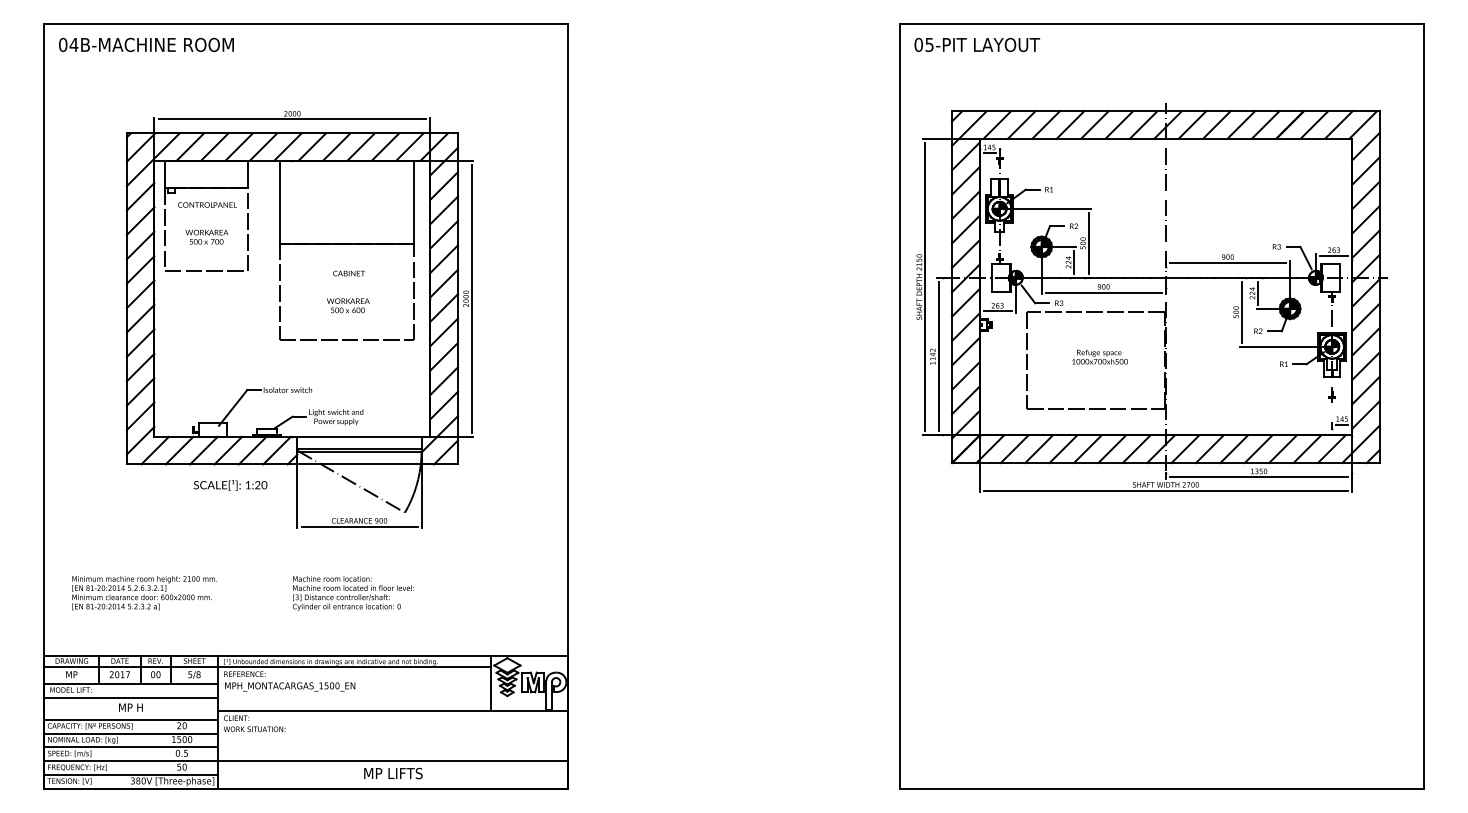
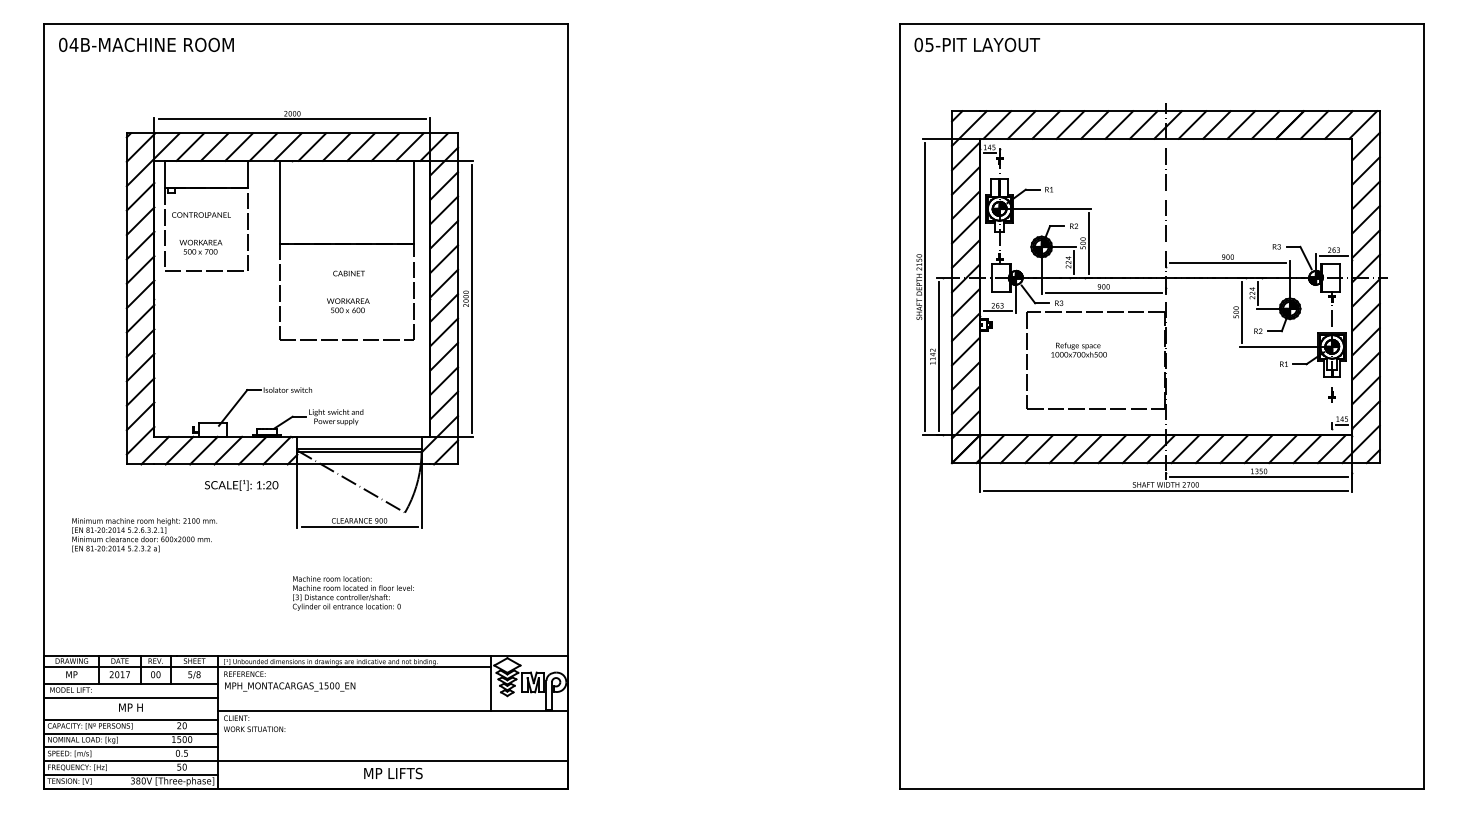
text at (207, 223) position: (207, 223) -> (201, 233)
text at (1099, 356) position: (1099, 356) -> (1078, 349)
text at (230, 485) position: (230, 485) -> (241, 485)
text at (144, 593) position: (144, 593) -> (144, 535)
